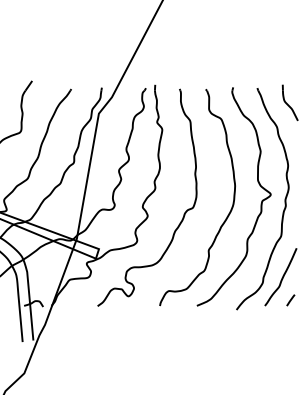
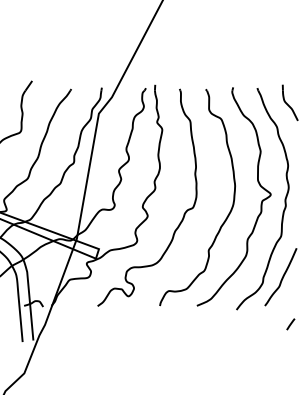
line at (290, 300) position: (290, 300) -> (290, 324)
